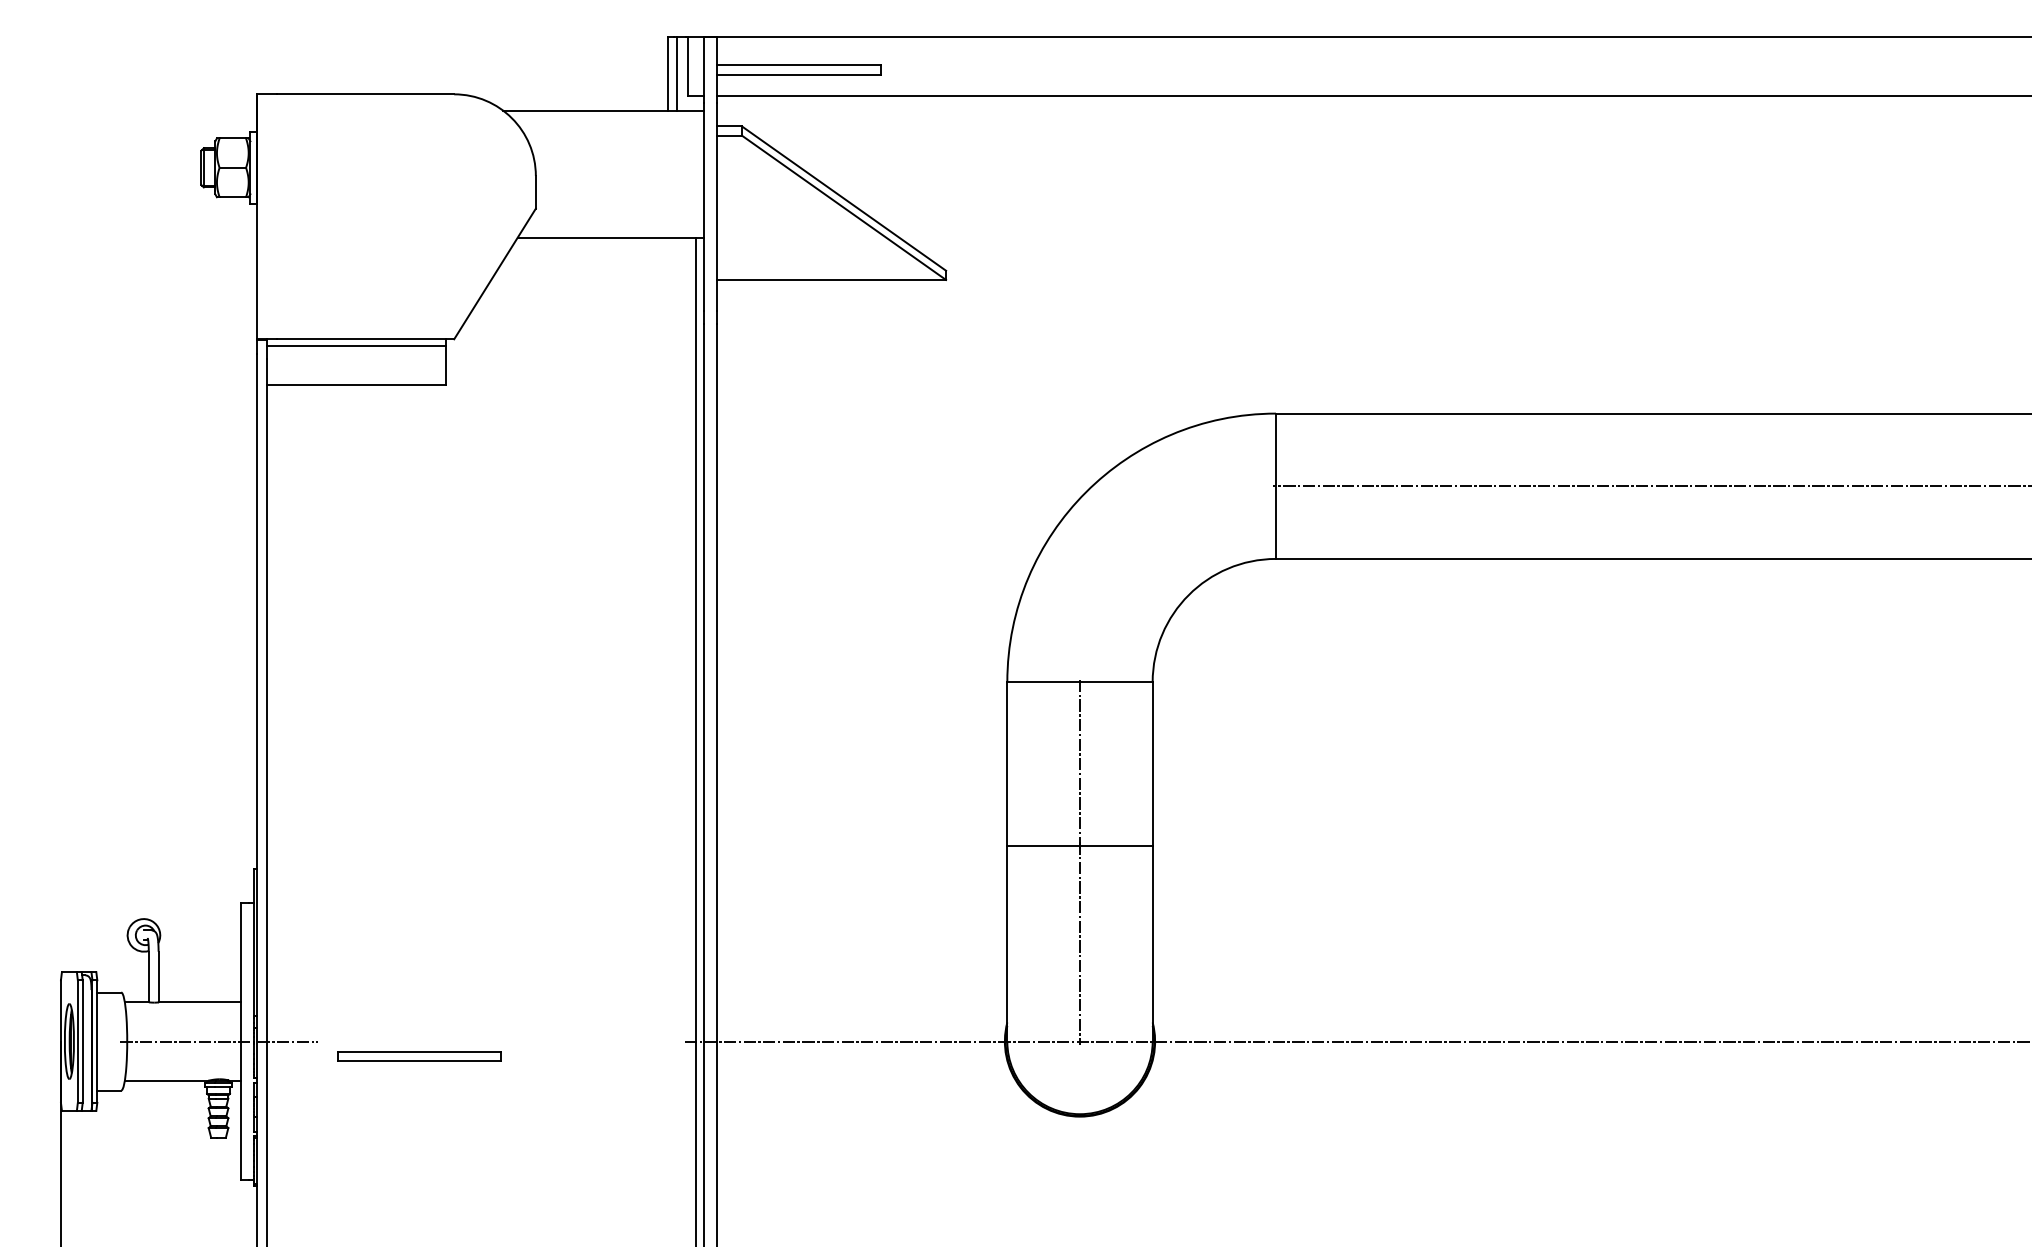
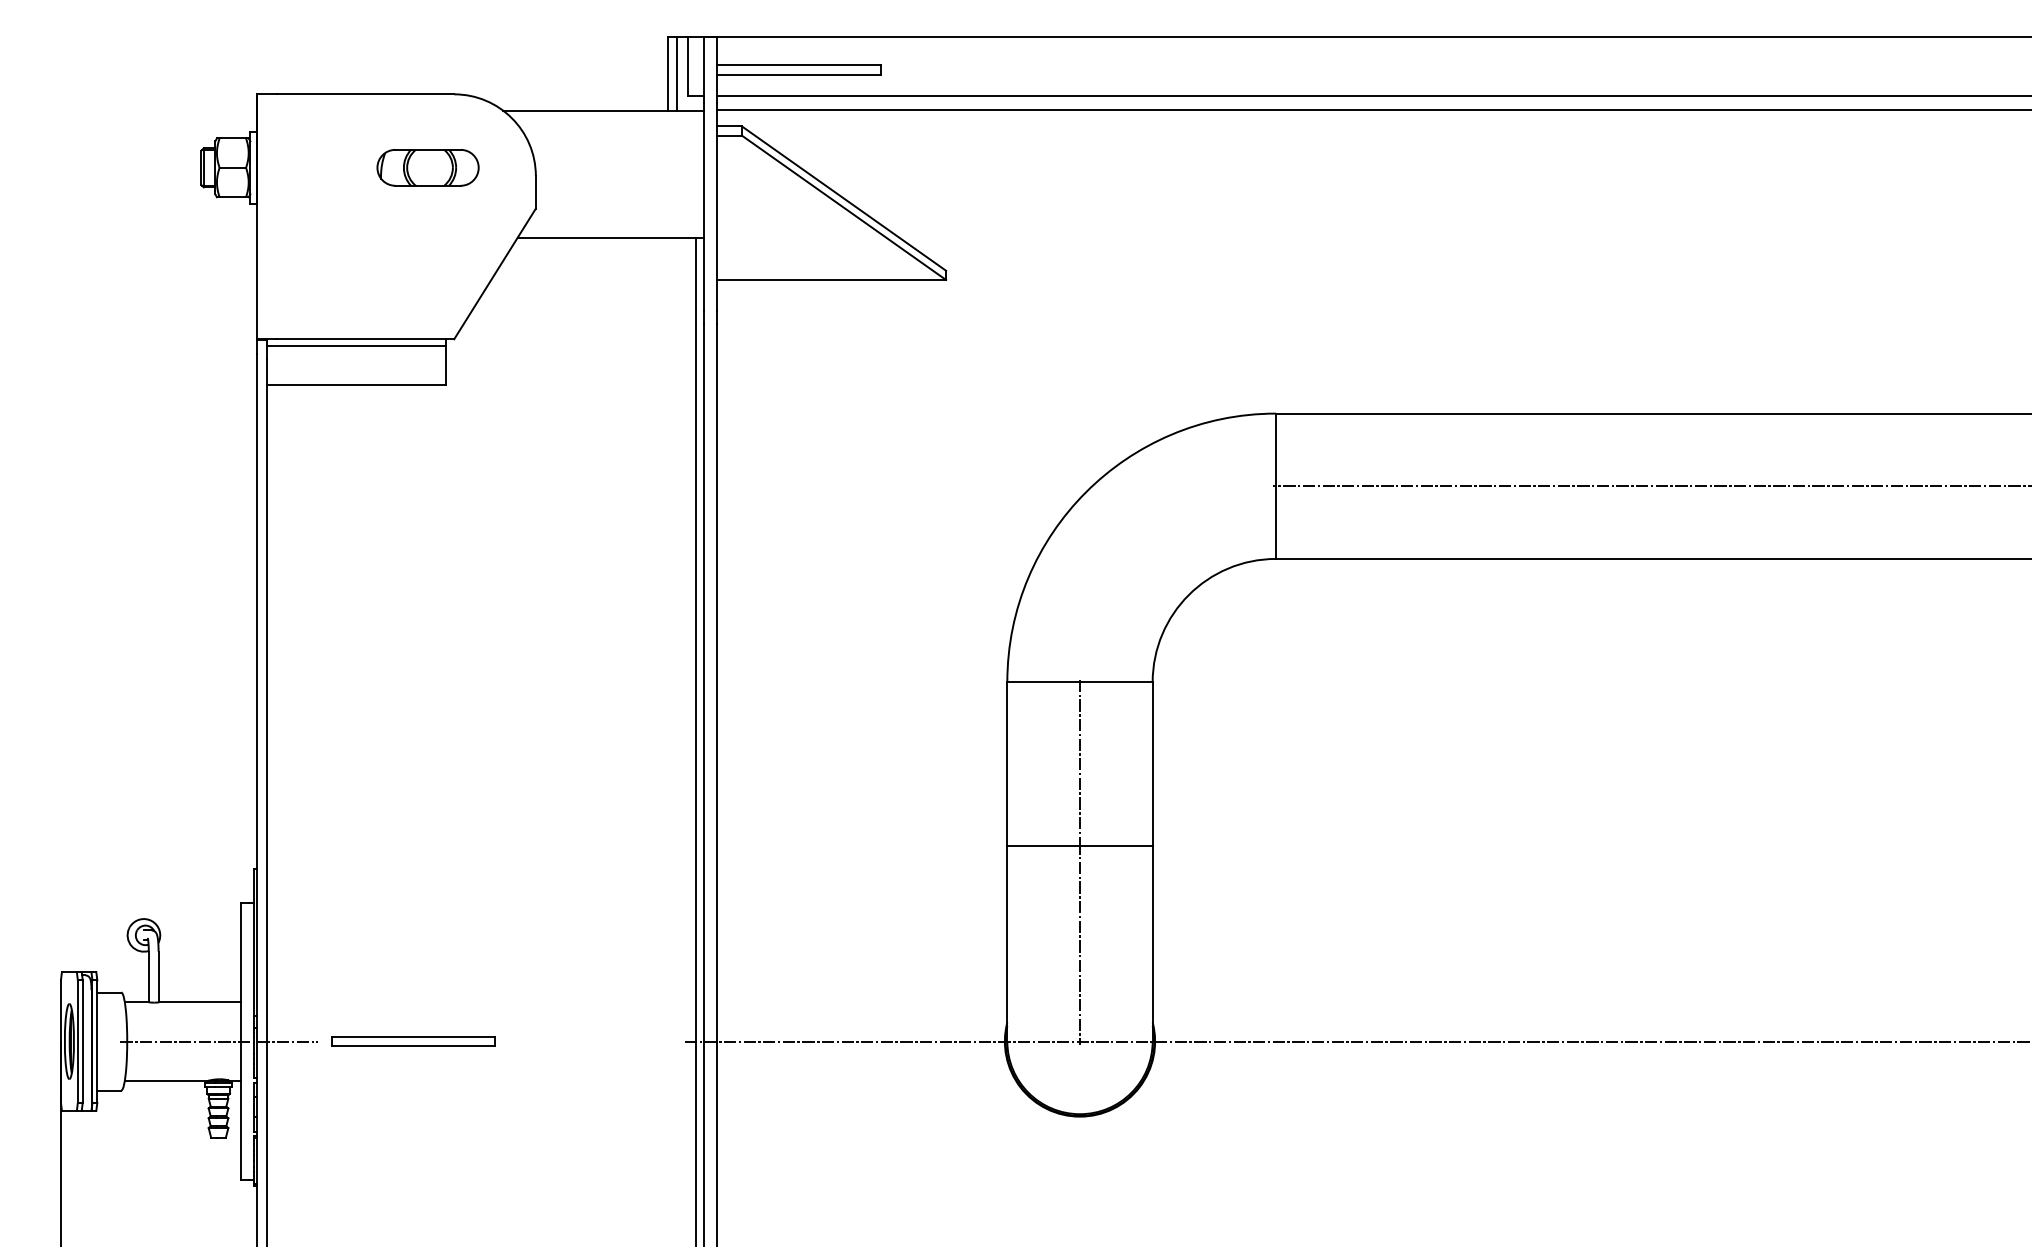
line at (1372, 109): none -> present
part at (427, 167): none -> present
part at (419, 1056) position: (419, 1056) -> (413, 1041)
